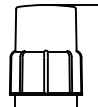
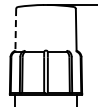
line at (15, 29): solid -> dashed
